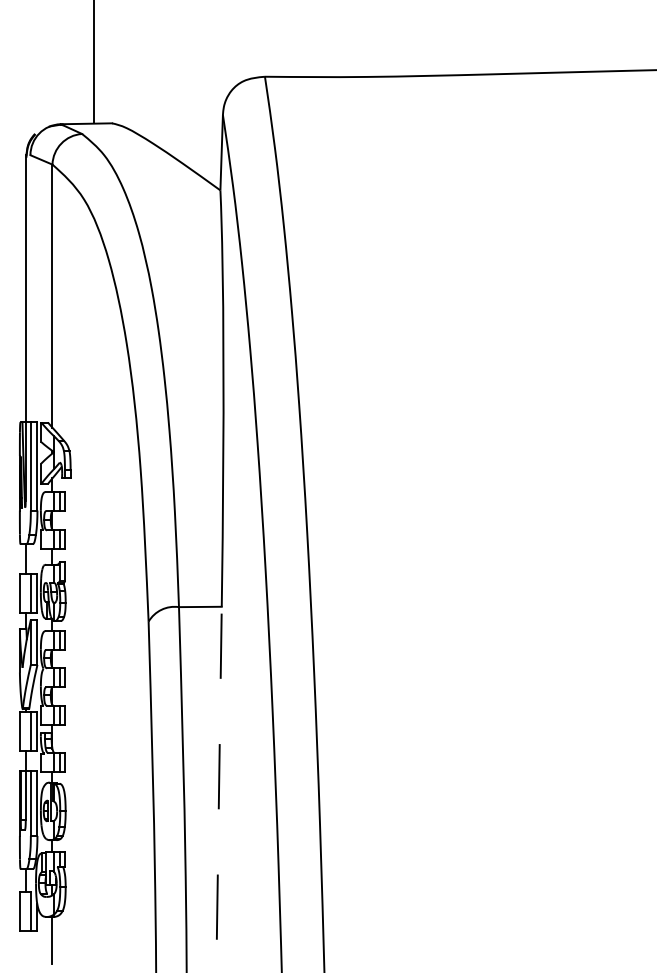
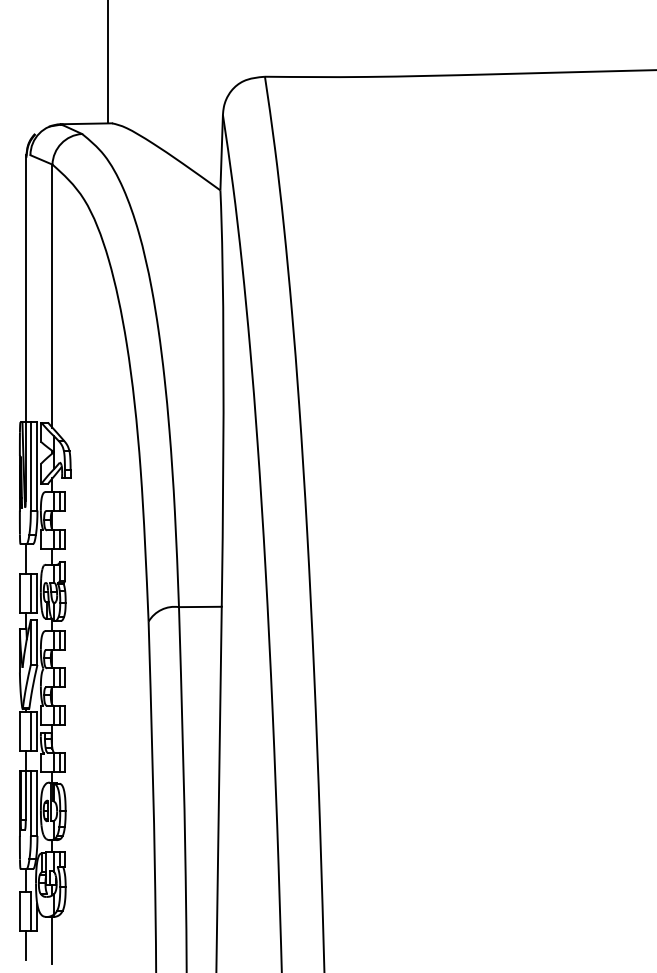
line at (93, 62) position: (93, 62) -> (107, 62)
line at (219, 789): dashed -> solid
line at (26, 944): none -> present
